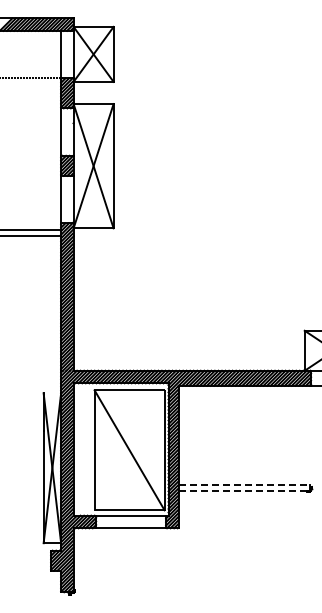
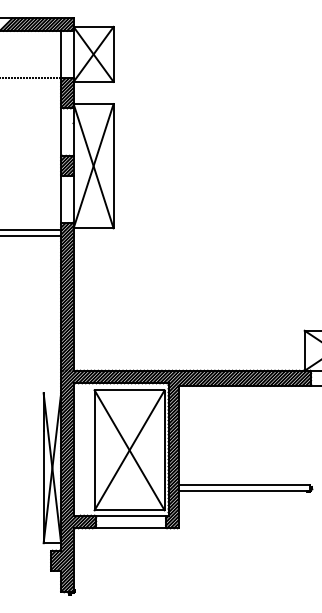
line at (129, 450): none -> present
line at (244, 484): dashed -> solid
line at (244, 490): dashed -> solid
